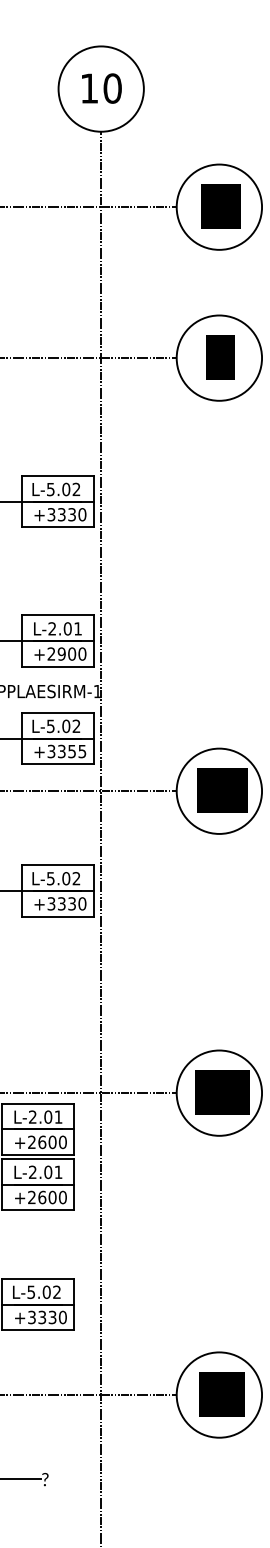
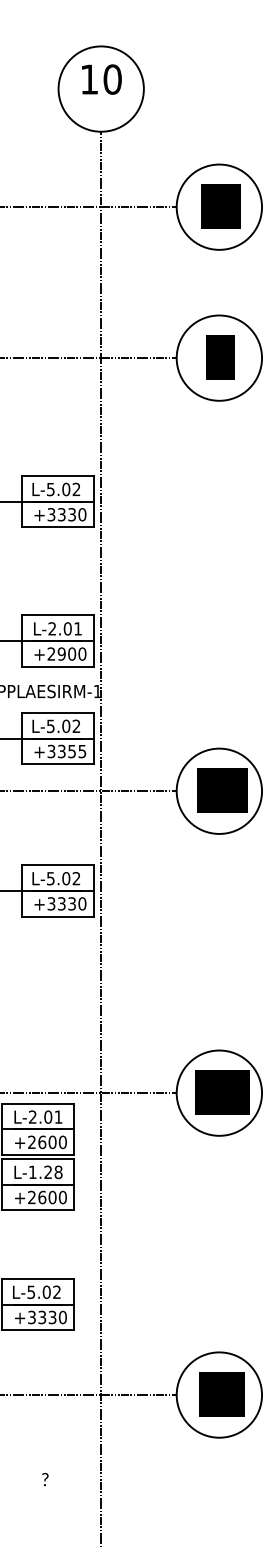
text at (101, 88) position: (101, 88) -> (101, 79)
text at (45, 1172): L-2.01 -> L-1.28
line at (21, 1478): present -> none
